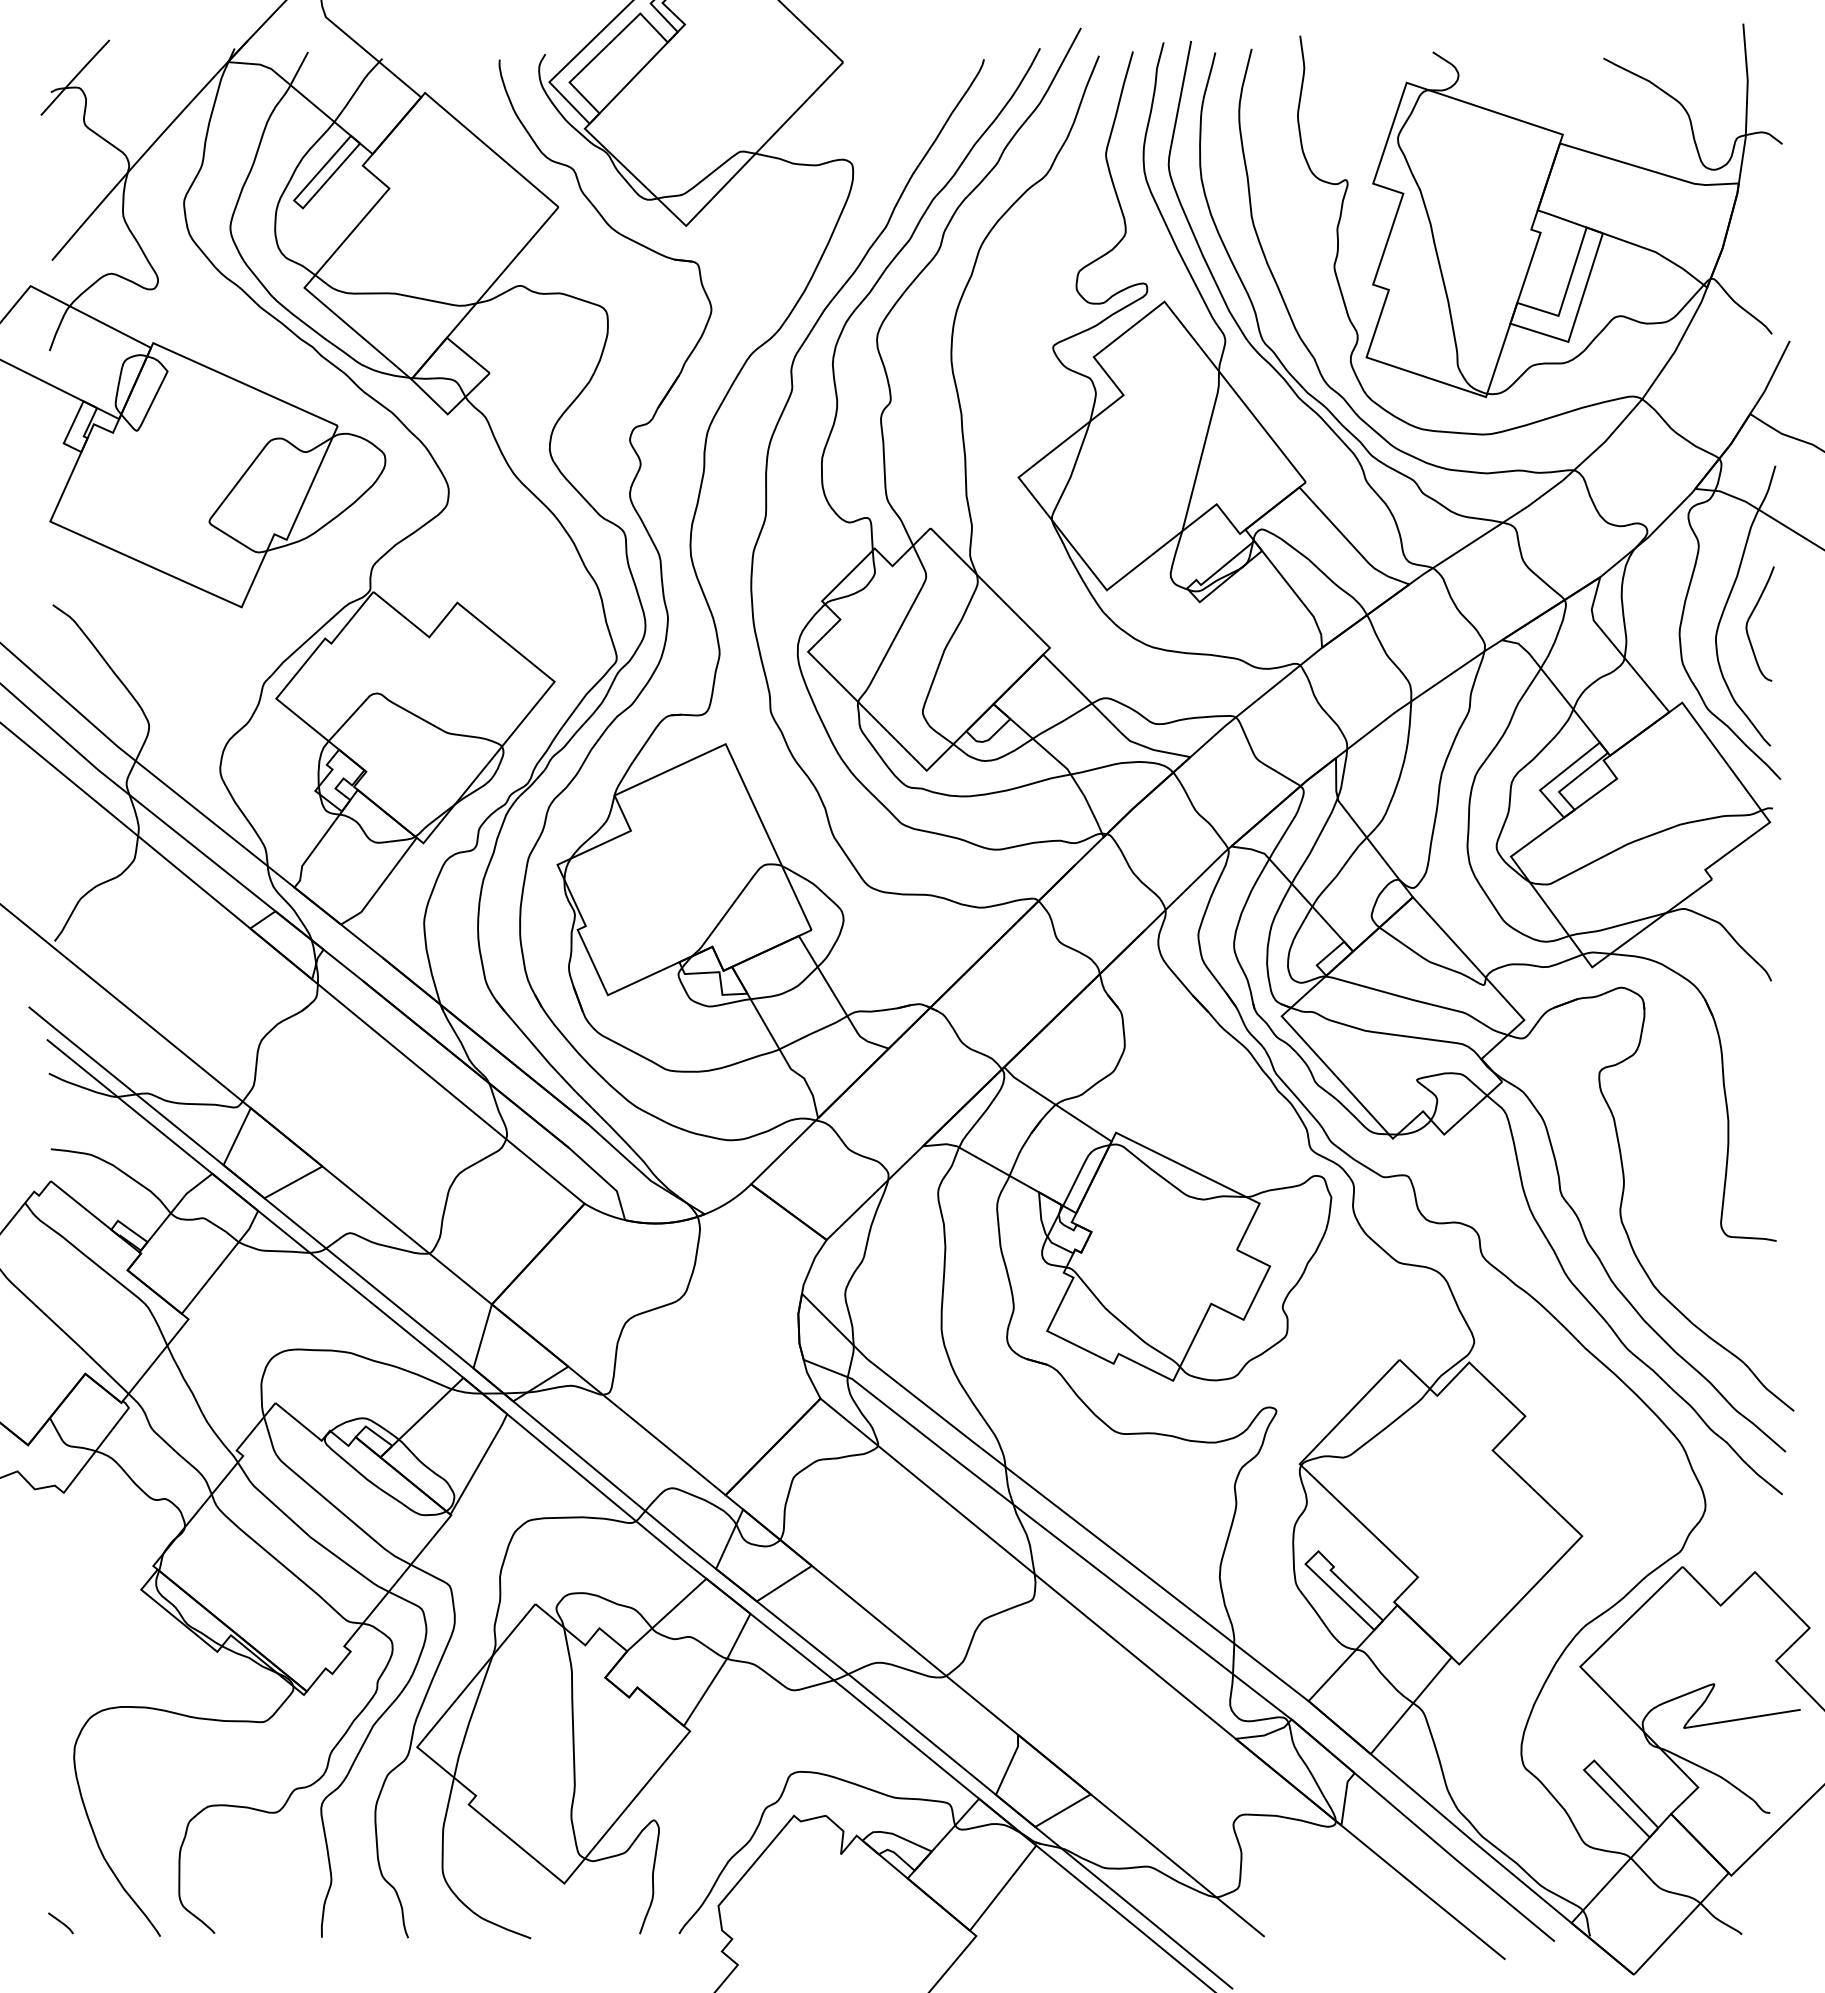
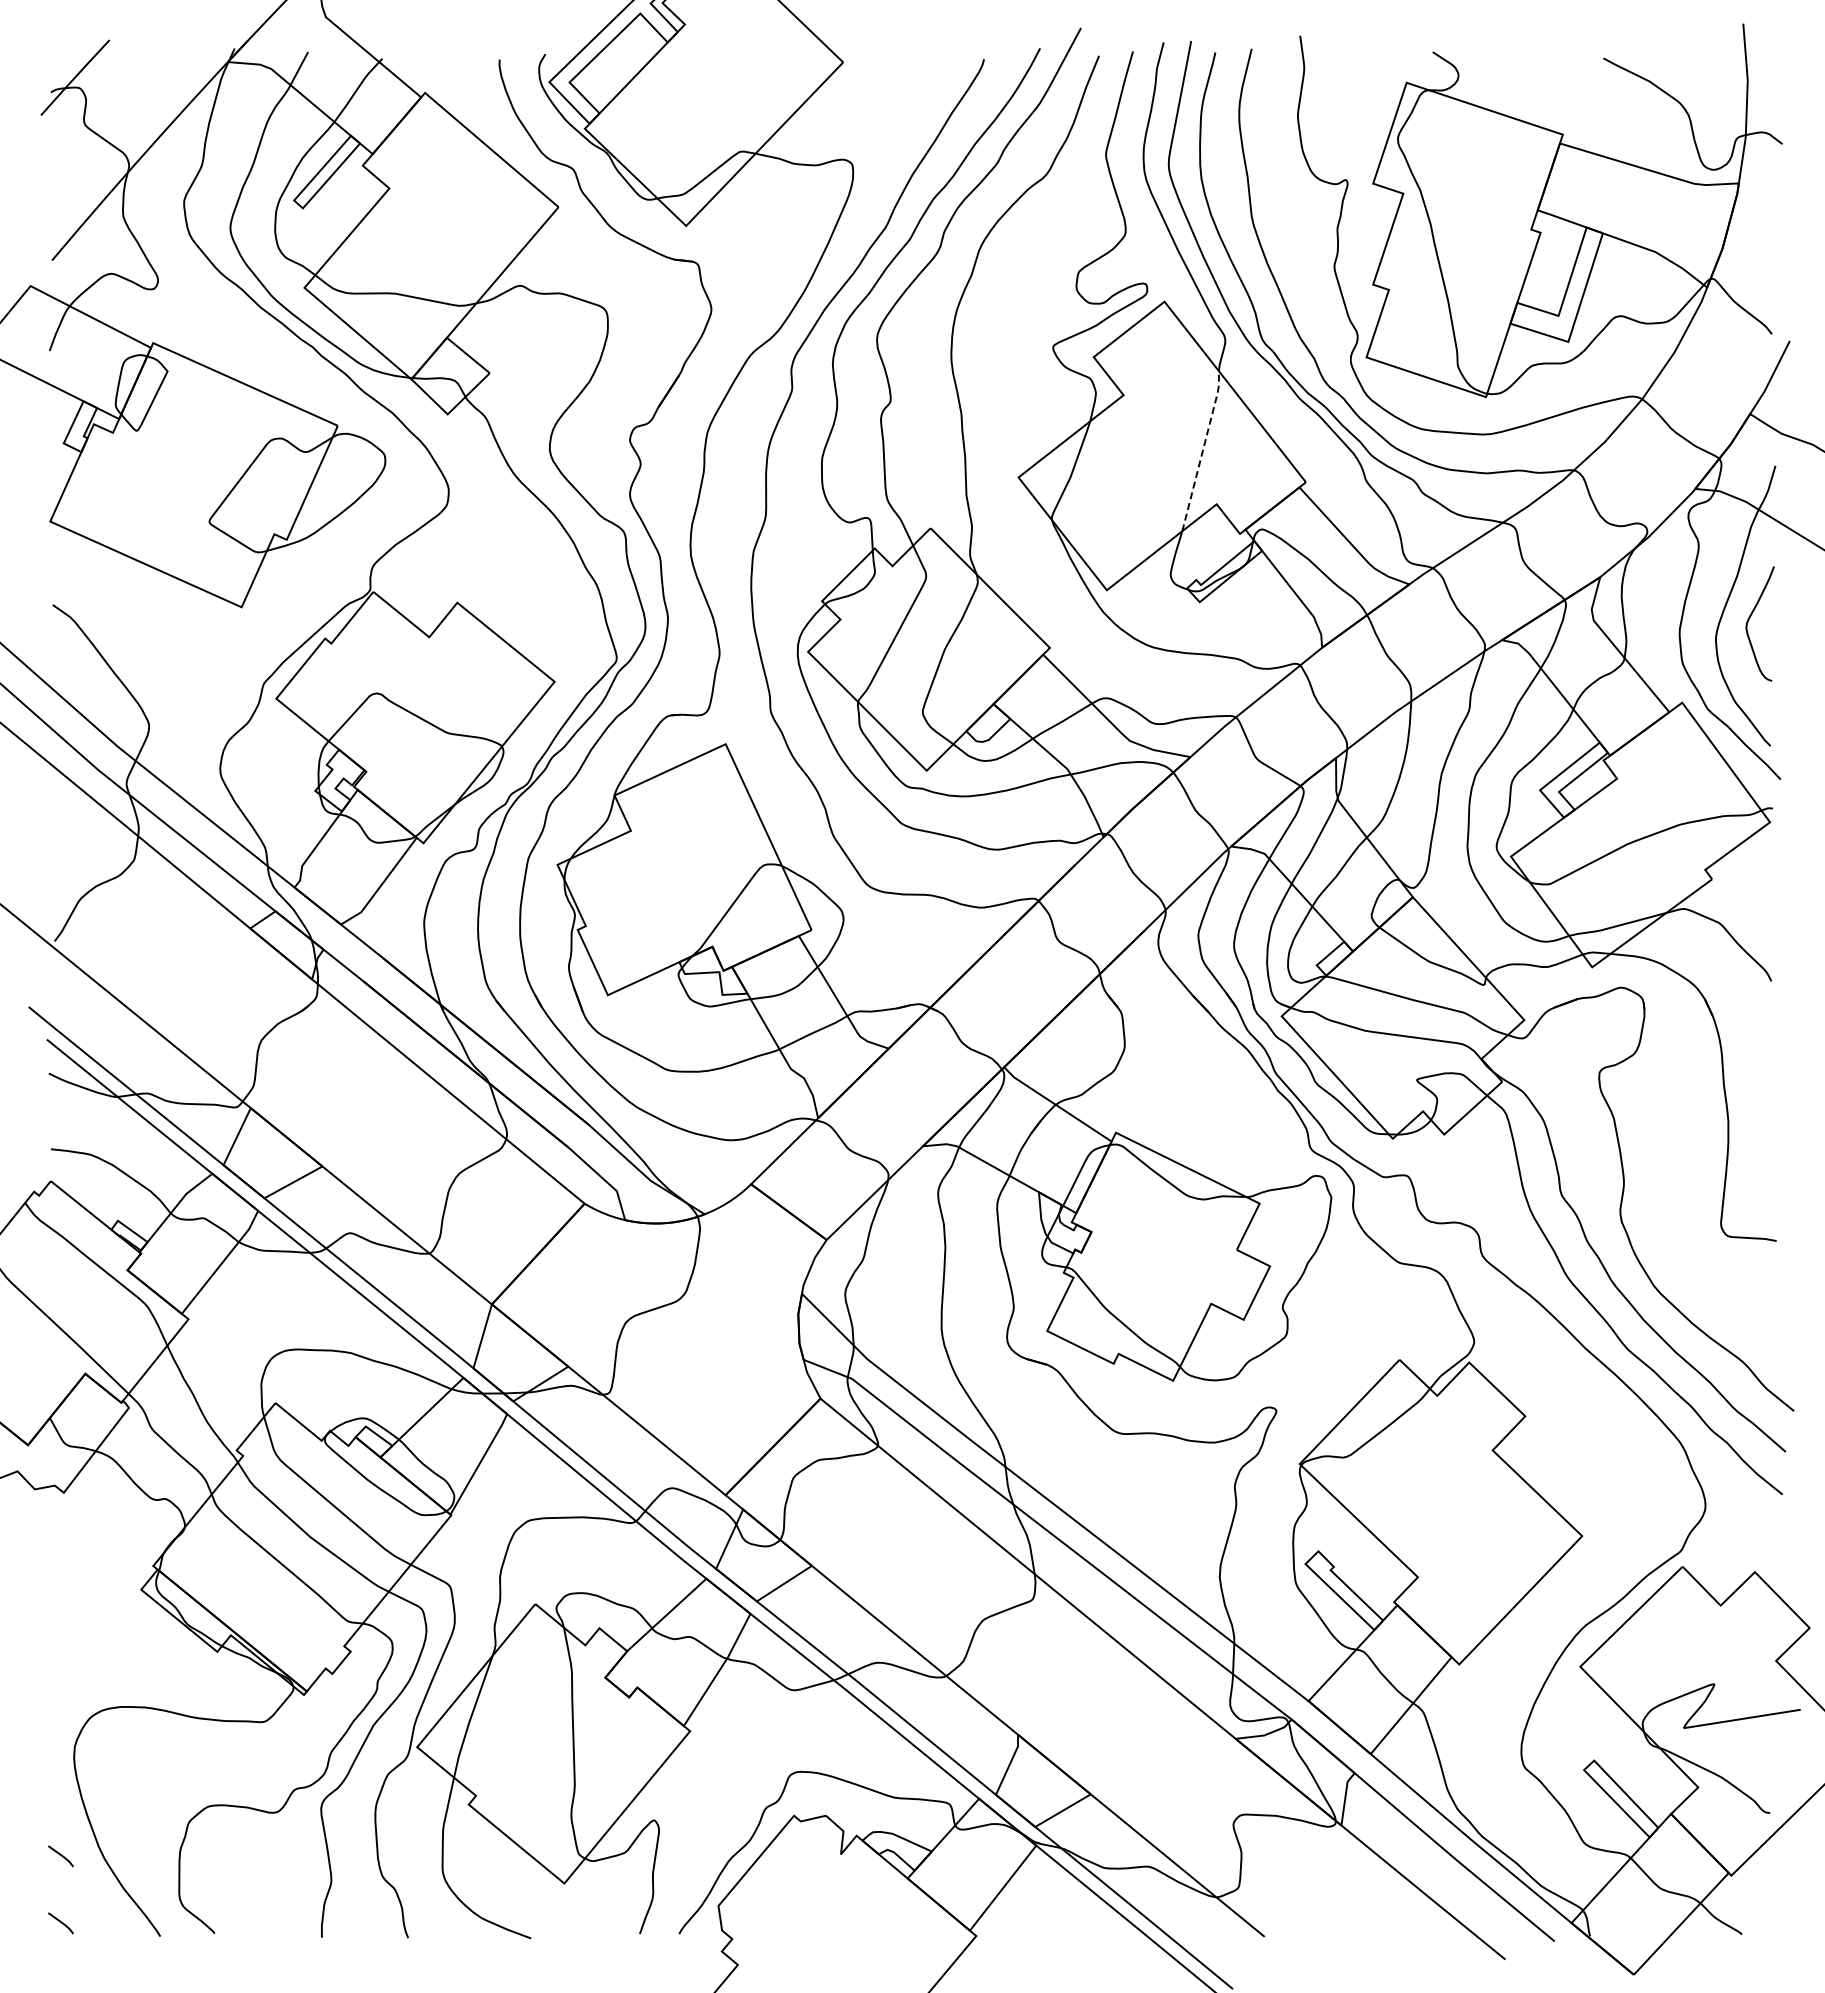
line at (1203, 449): solid -> dashed
line at (60, 1855): none -> present
